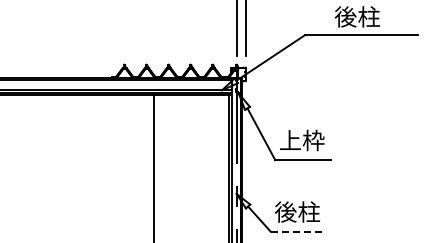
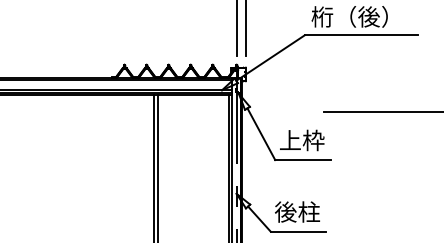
text at (349, 16): 後柱 -> 桁（後）
line at (381, 112): none -> present
line at (157, 166): none -> present
line at (298, 231): dashed -> solid
